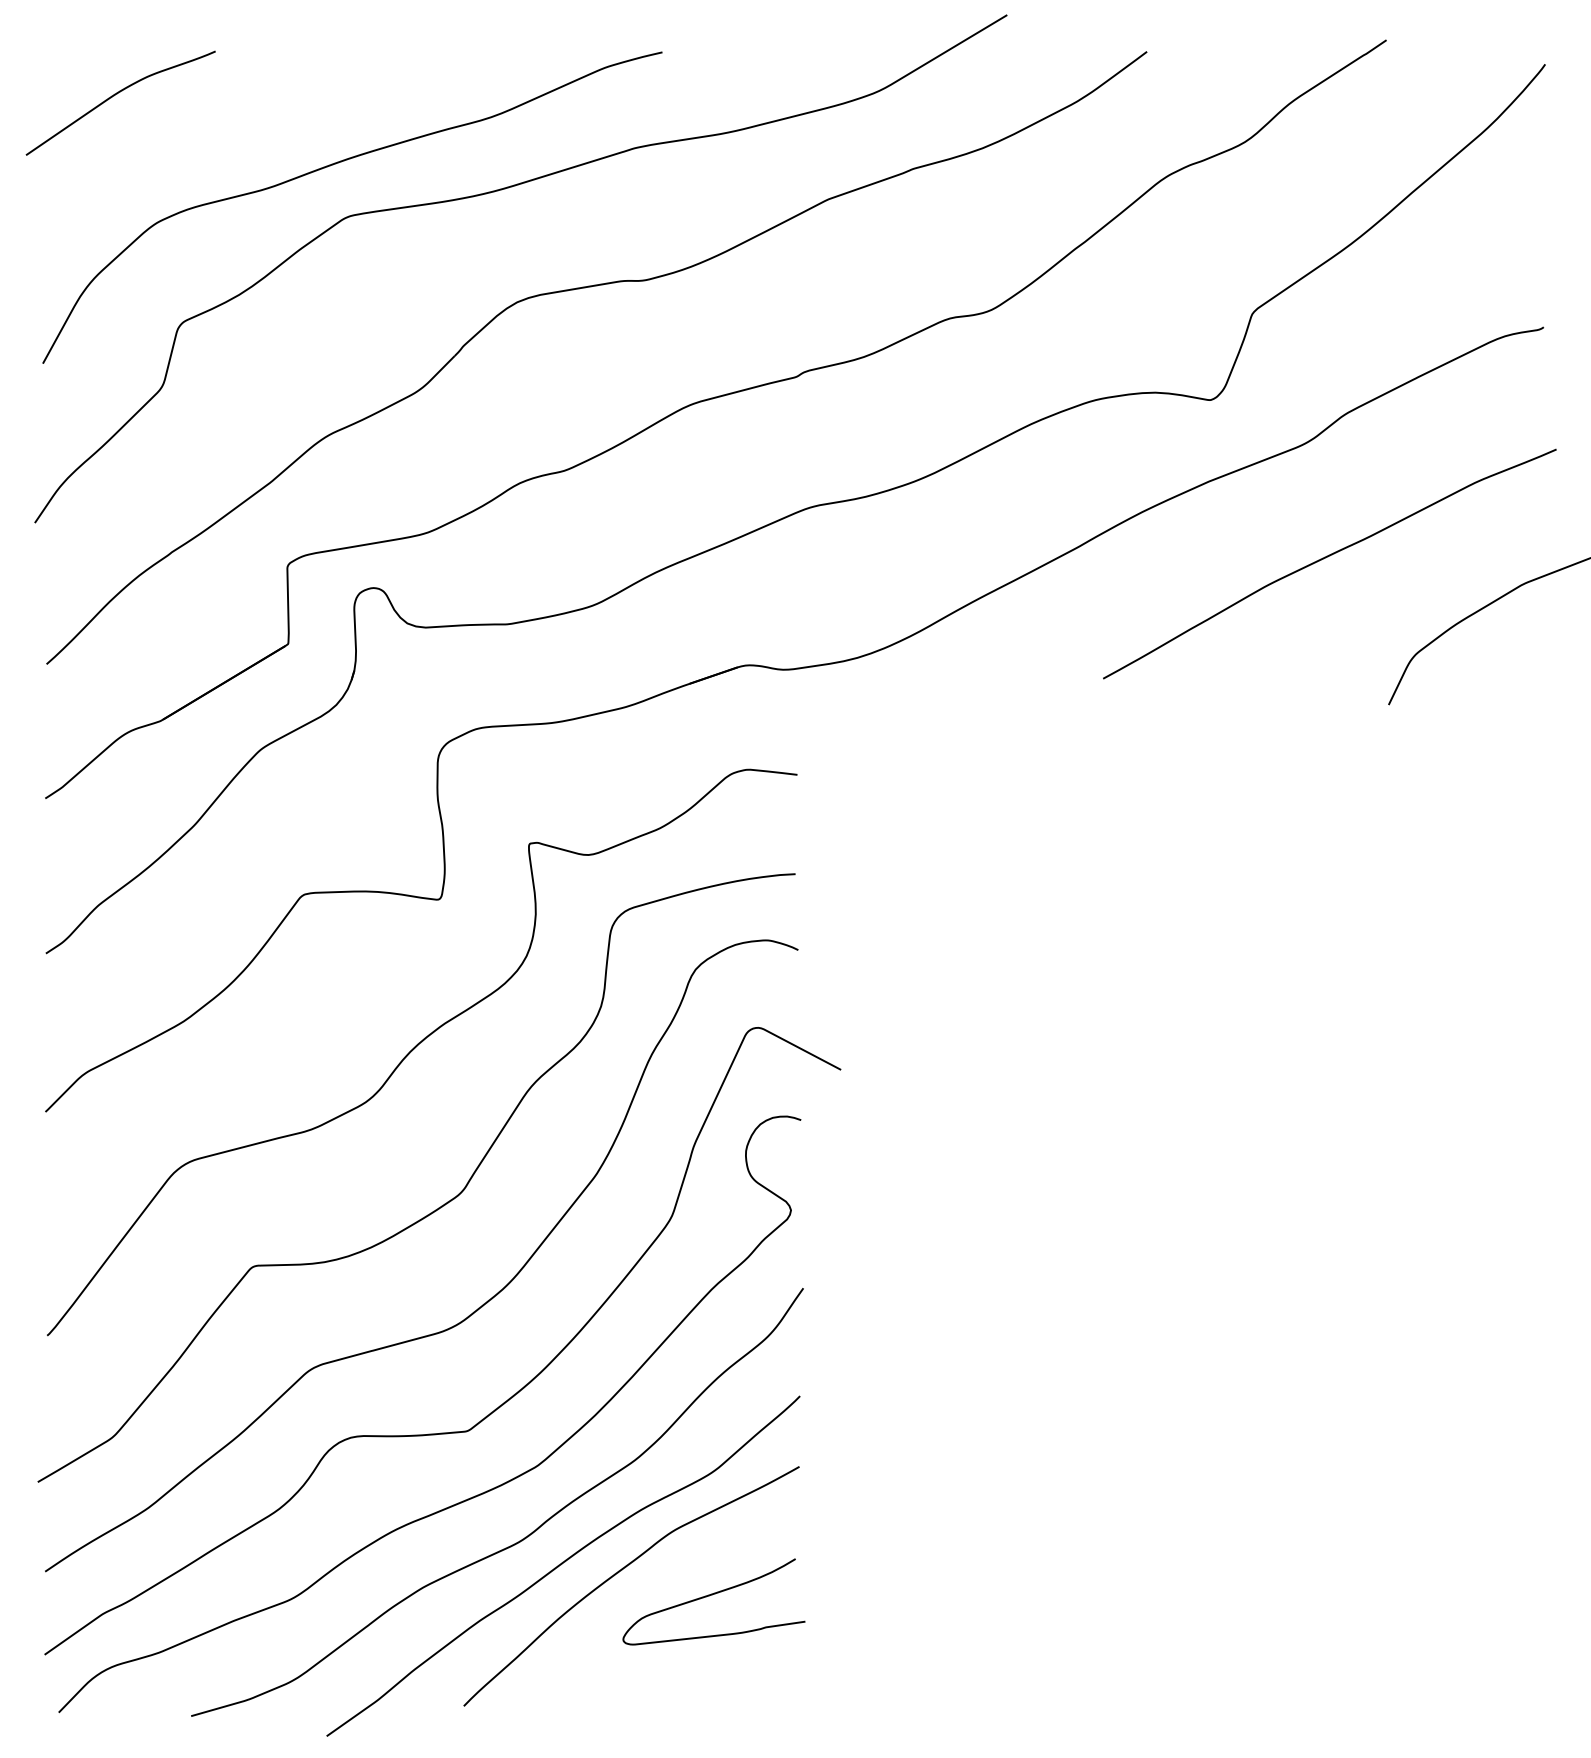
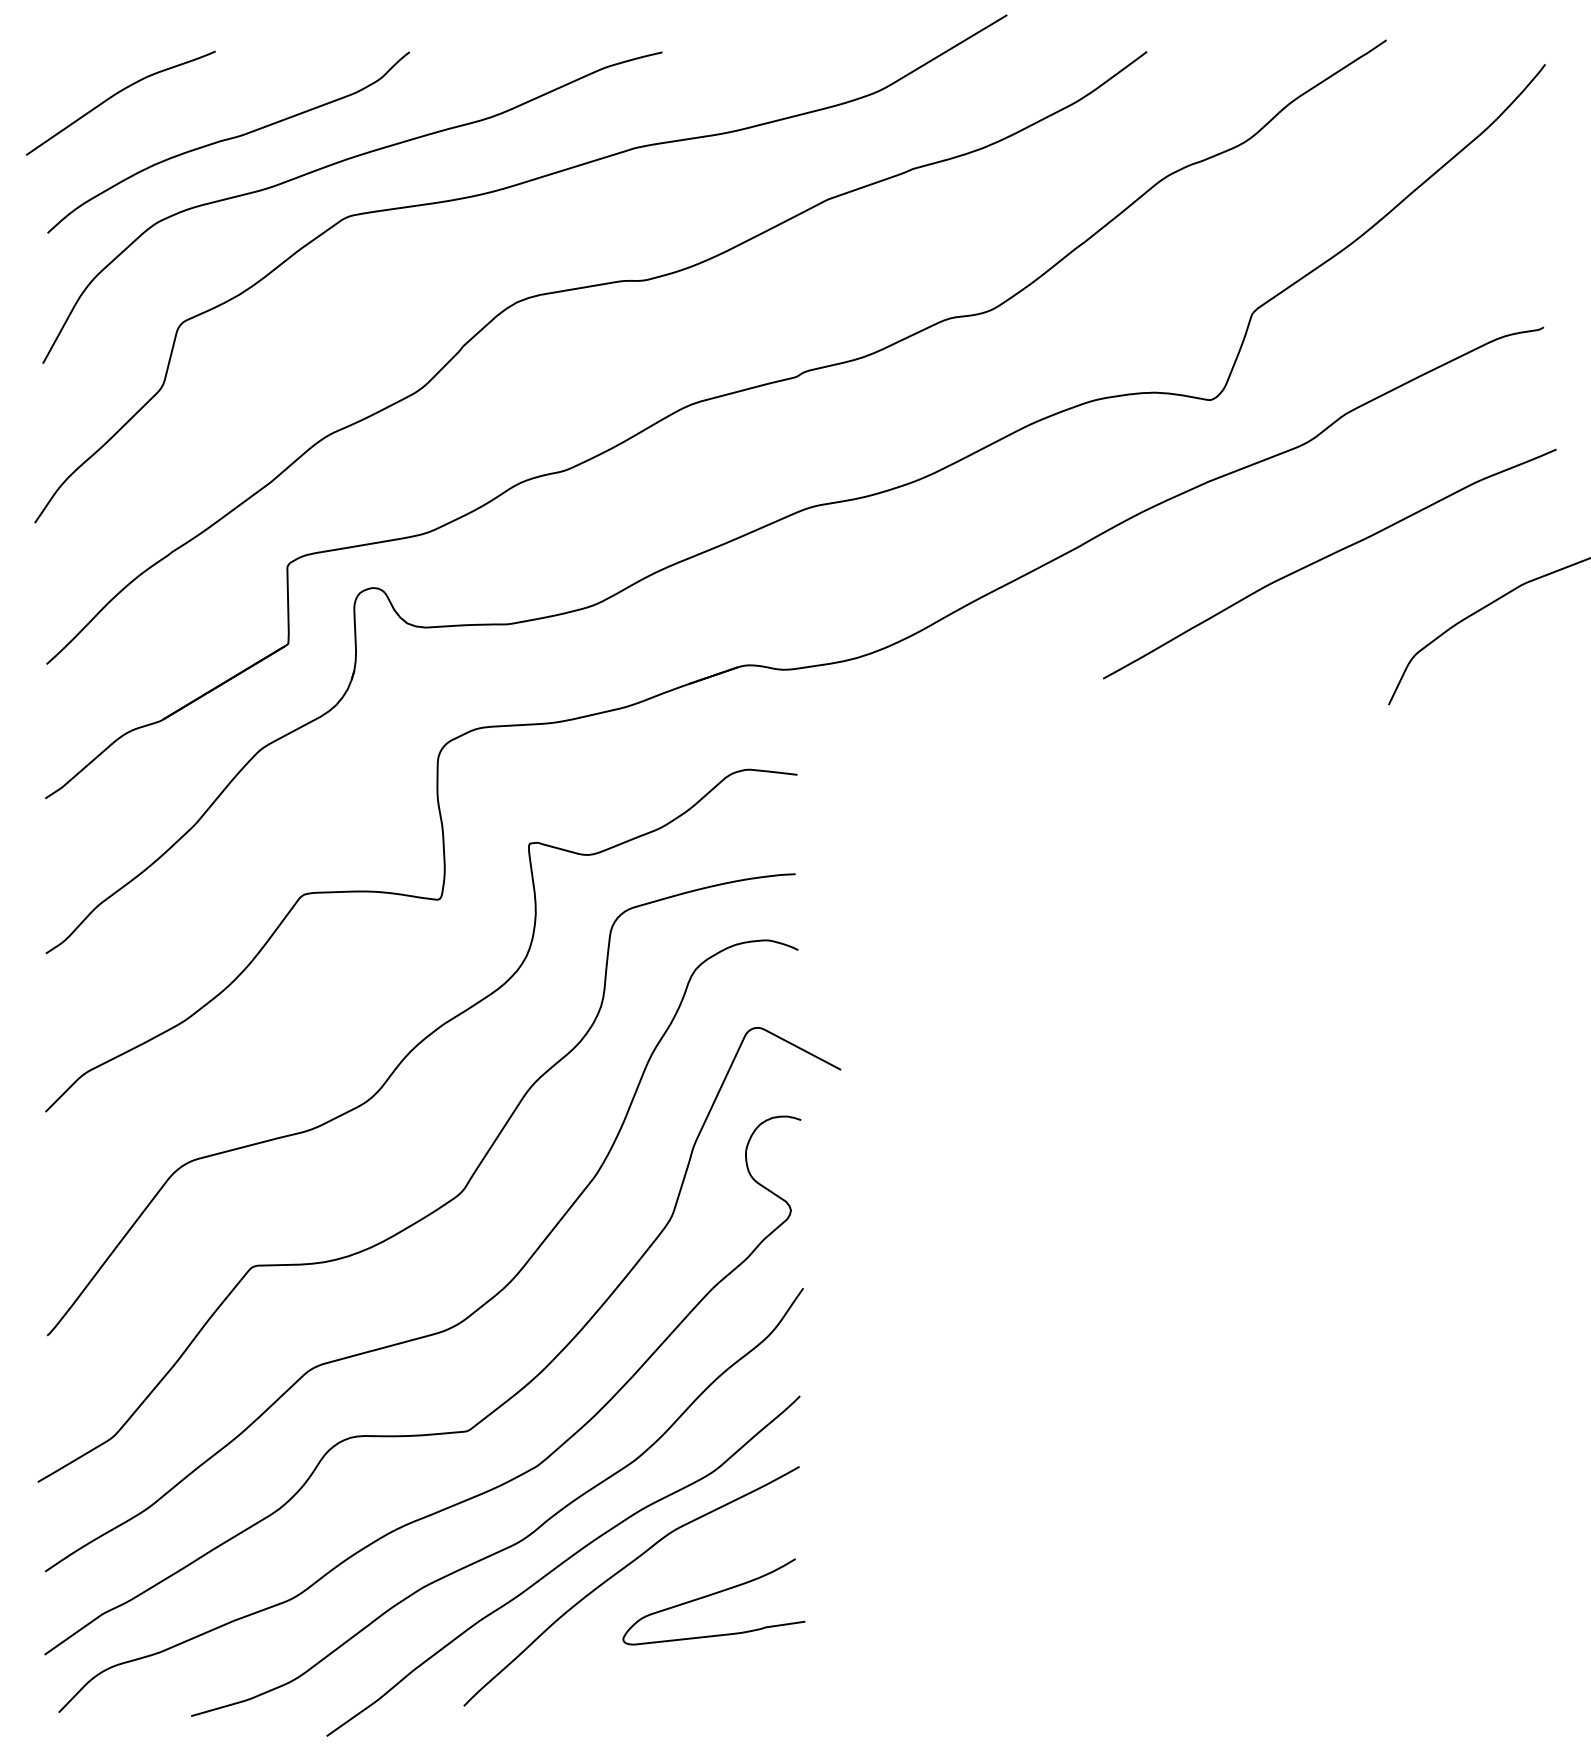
curve at (228, 140): none -> present
